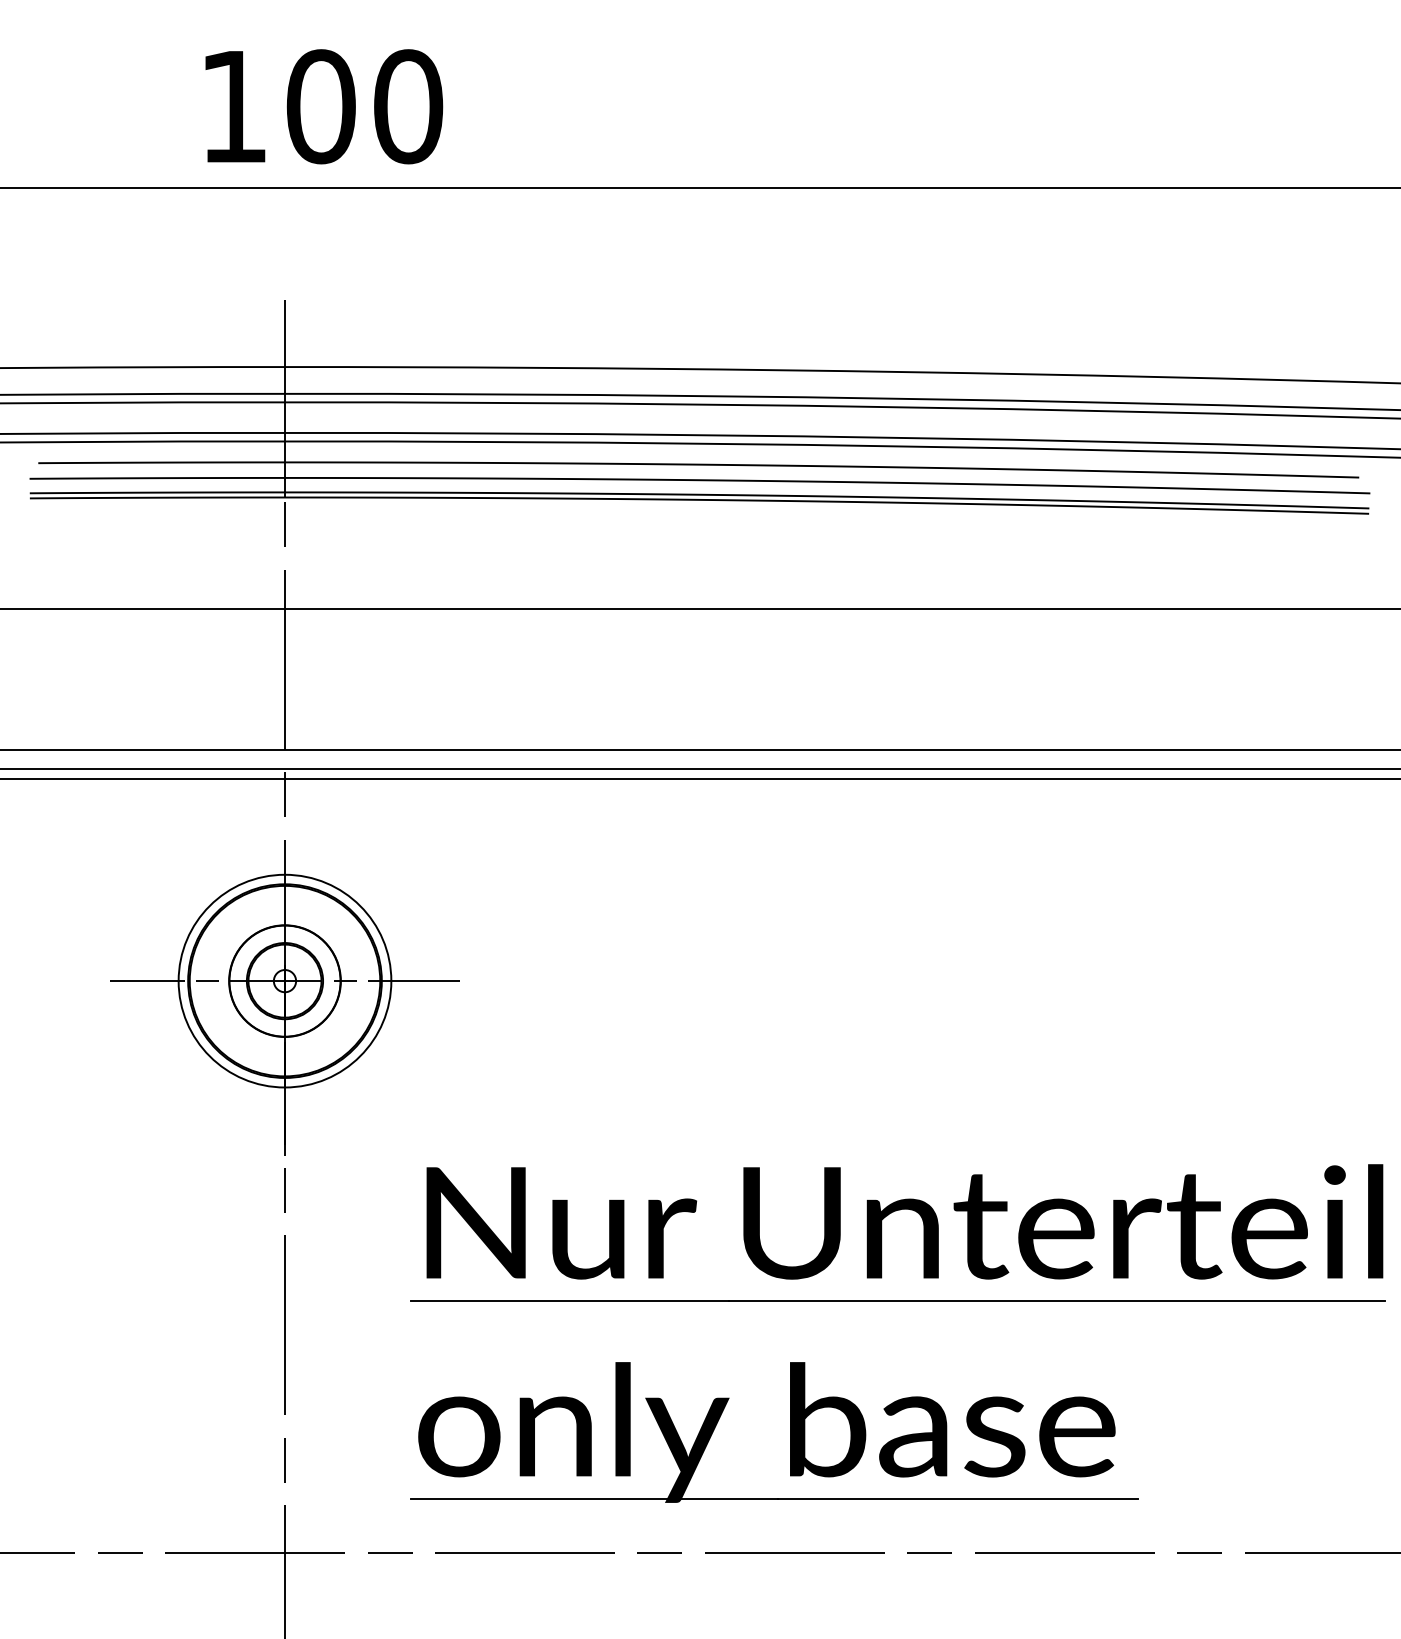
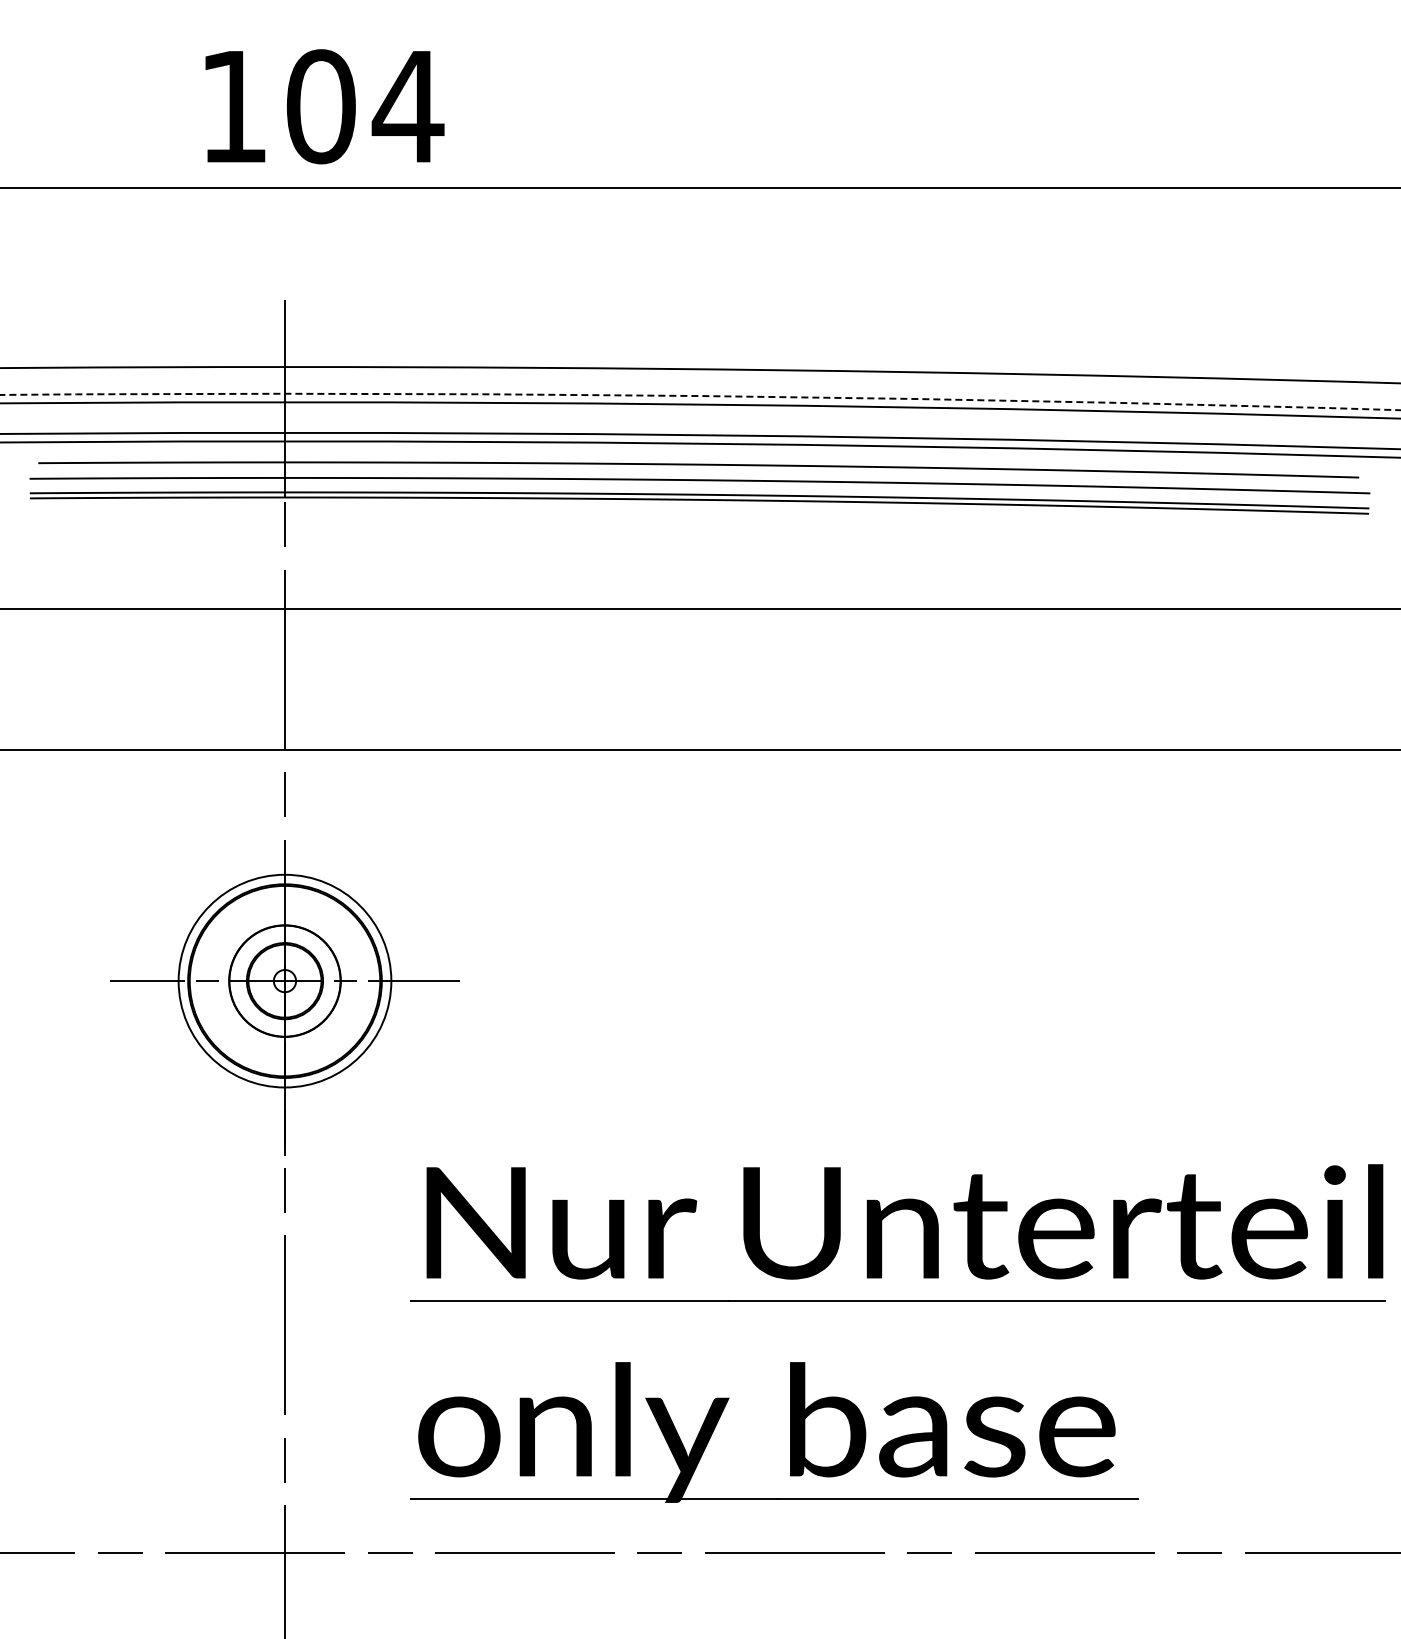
text at (407, 106): 100 -> 104
arc at (700, 396): solid -> dashed
line at (699, 769): present -> none
line at (699, 778): present -> none
